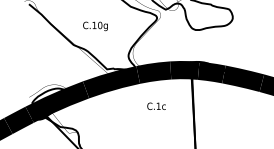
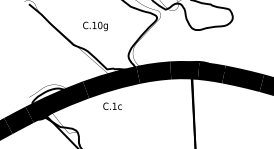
text at (156, 105) position: (156, 105) -> (112, 105)
